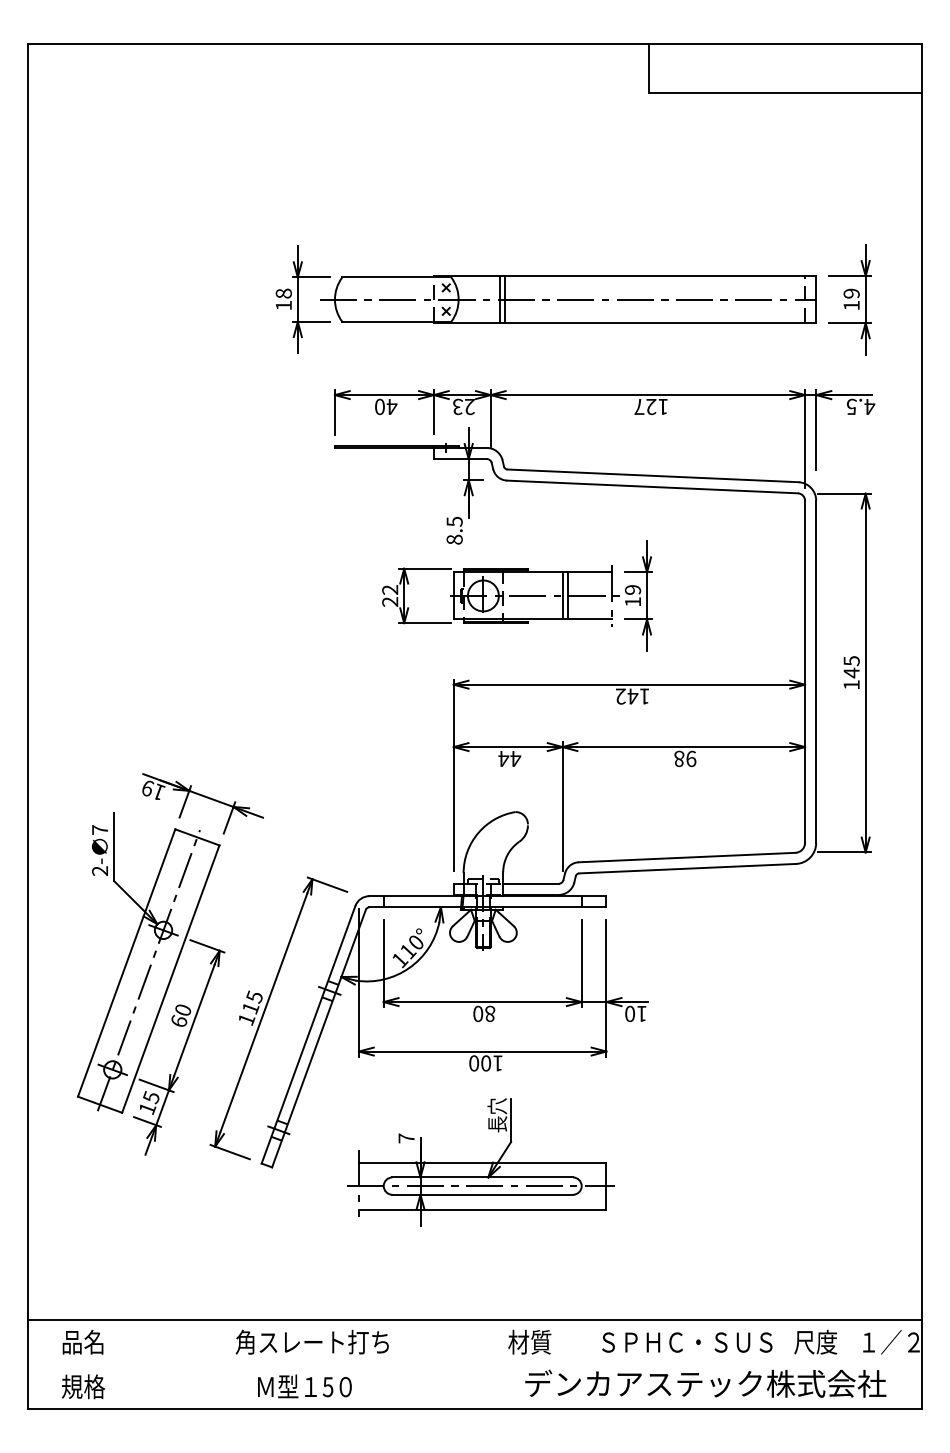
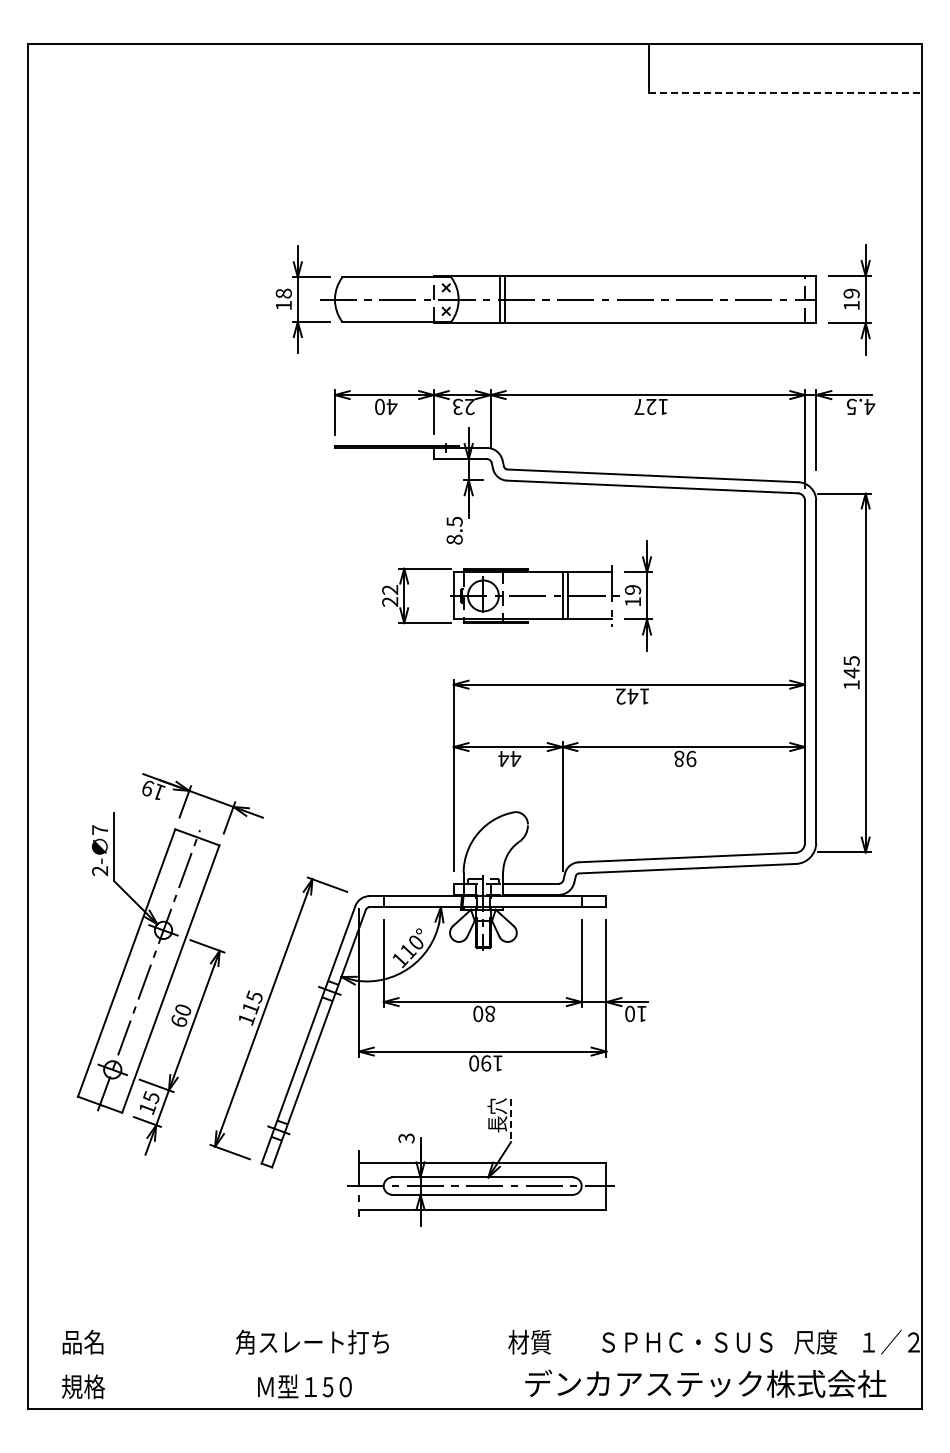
line at (786, 93): solid -> dashed
text at (486, 1063): 100 -> 190
line at (511, 1120): solid -> dashed
text at (406, 1138): 7 -> 3
line at (474, 1320): present -> none
